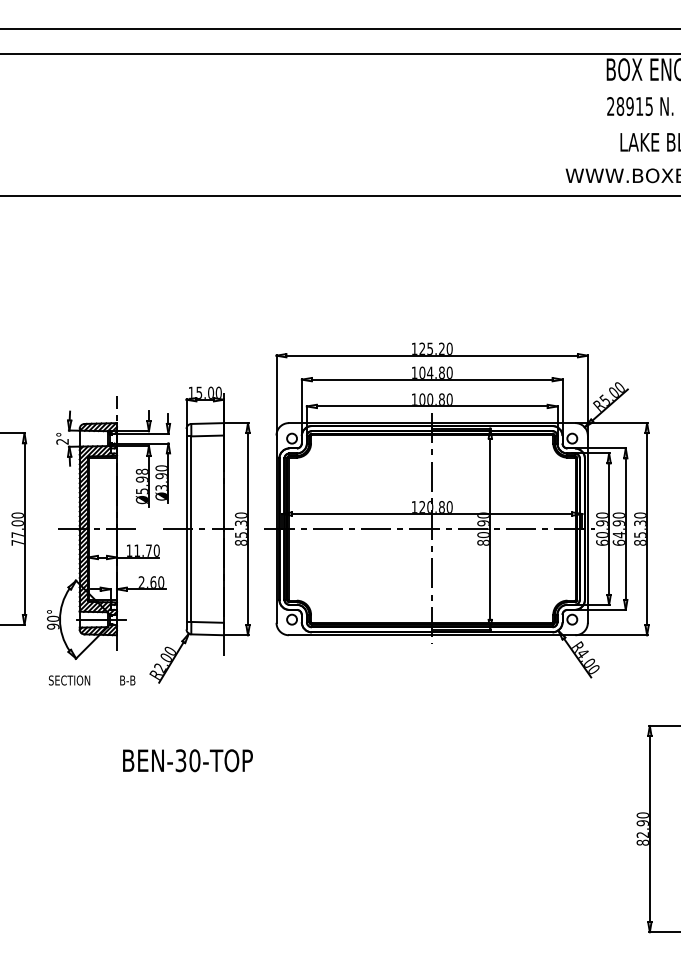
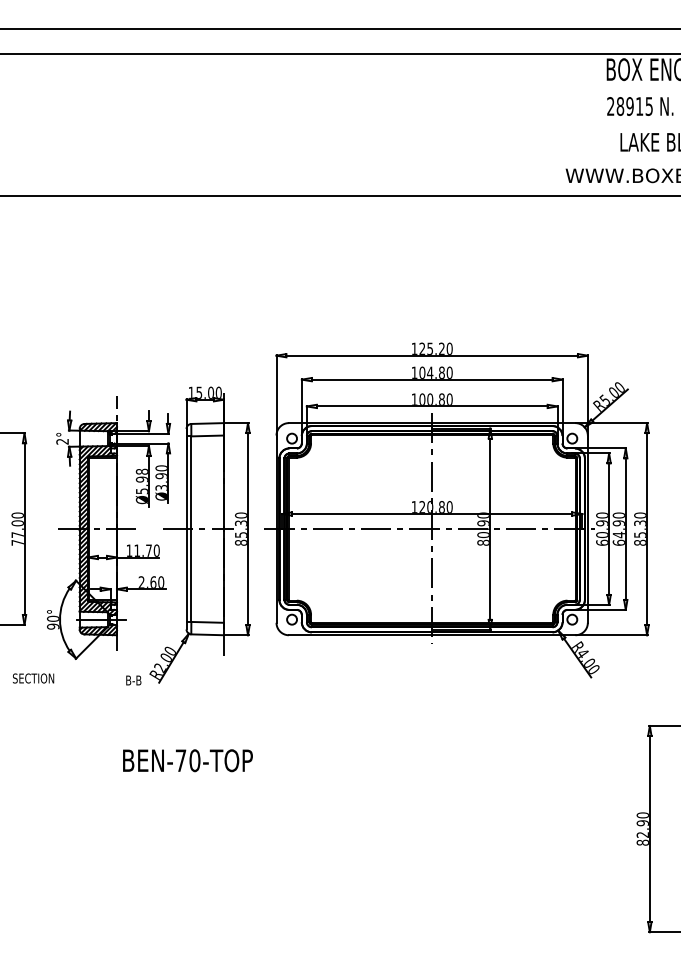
text at (69, 680) position: (69, 680) -> (33, 678)
text at (127, 680) position: (127, 680) -> (133, 680)
text at (180, 760): BEN-30-TOP -> BEN-70-TOP
